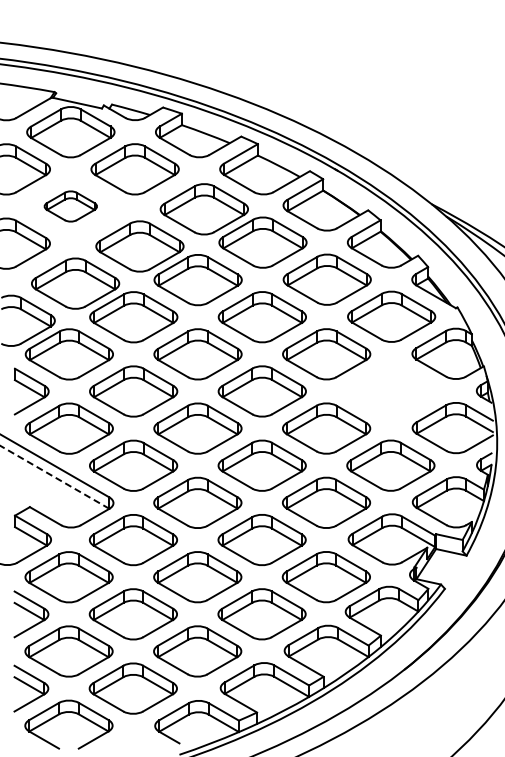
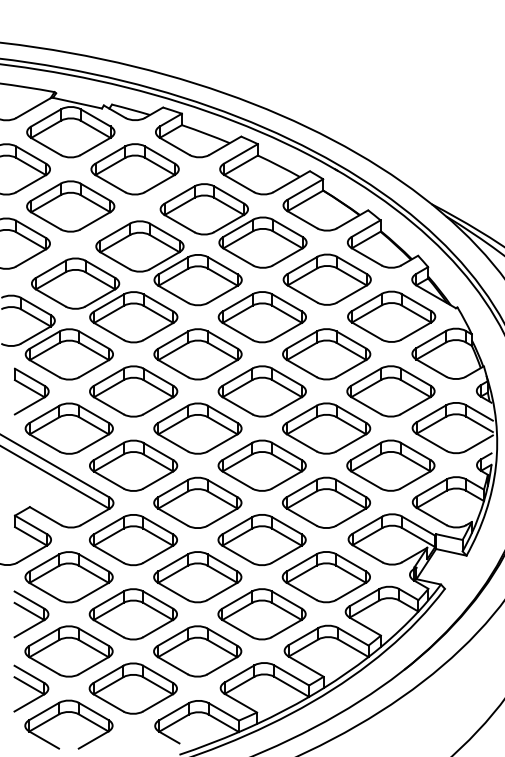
part at (70, 206) size: 55x33 px -> 90x53 px
part at (390, 391): none -> present
line at (54, 477): dashed -> solid
